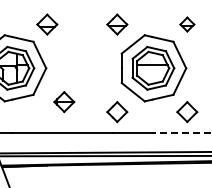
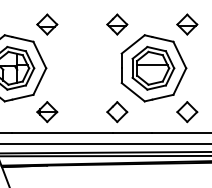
part at (187, 24) size: 17x17 px -> 23x23 px
part at (64, 102) position: (64, 102) -> (47, 112)
line at (181, 132): dashed -> solid
line at (105, 143): none -> present
